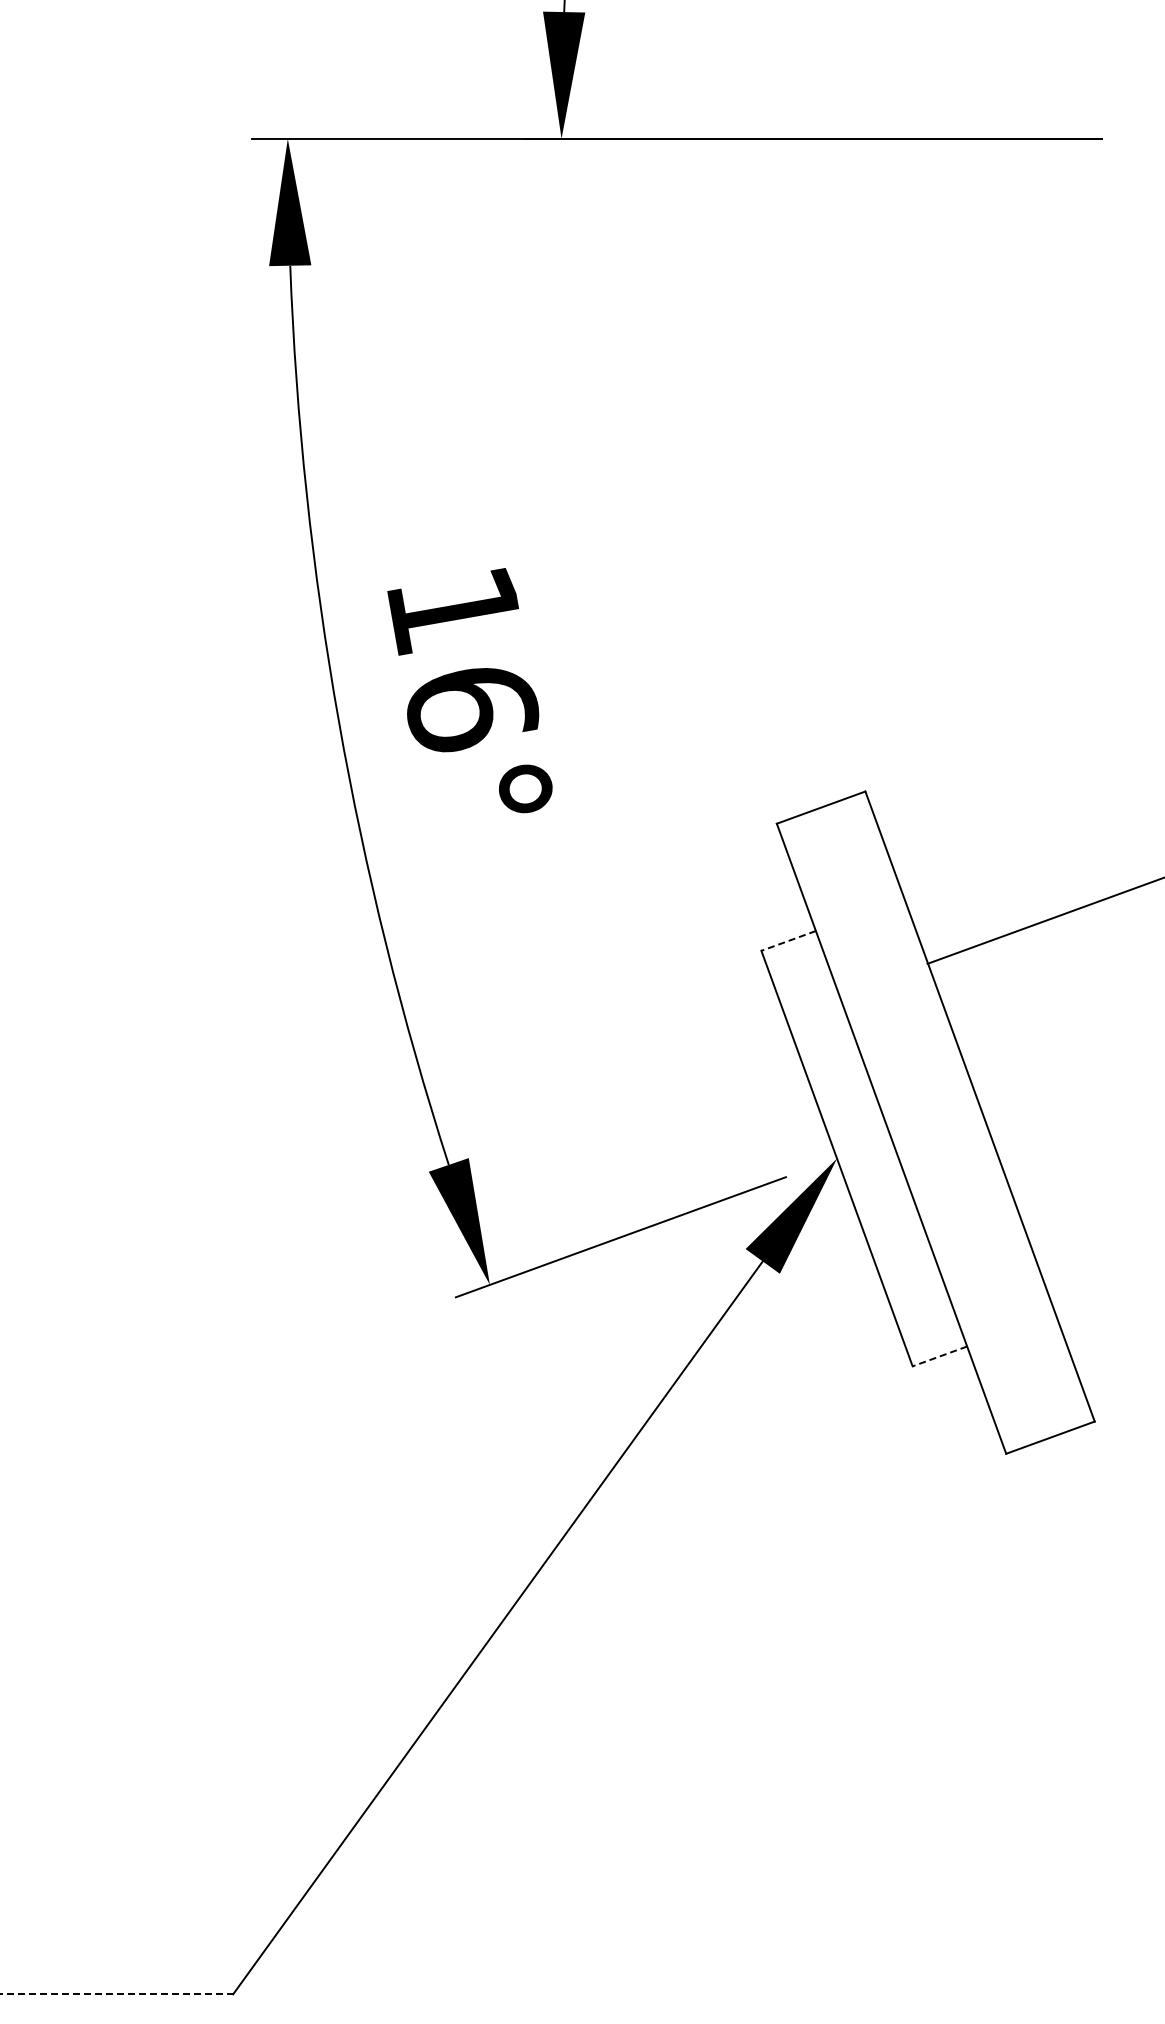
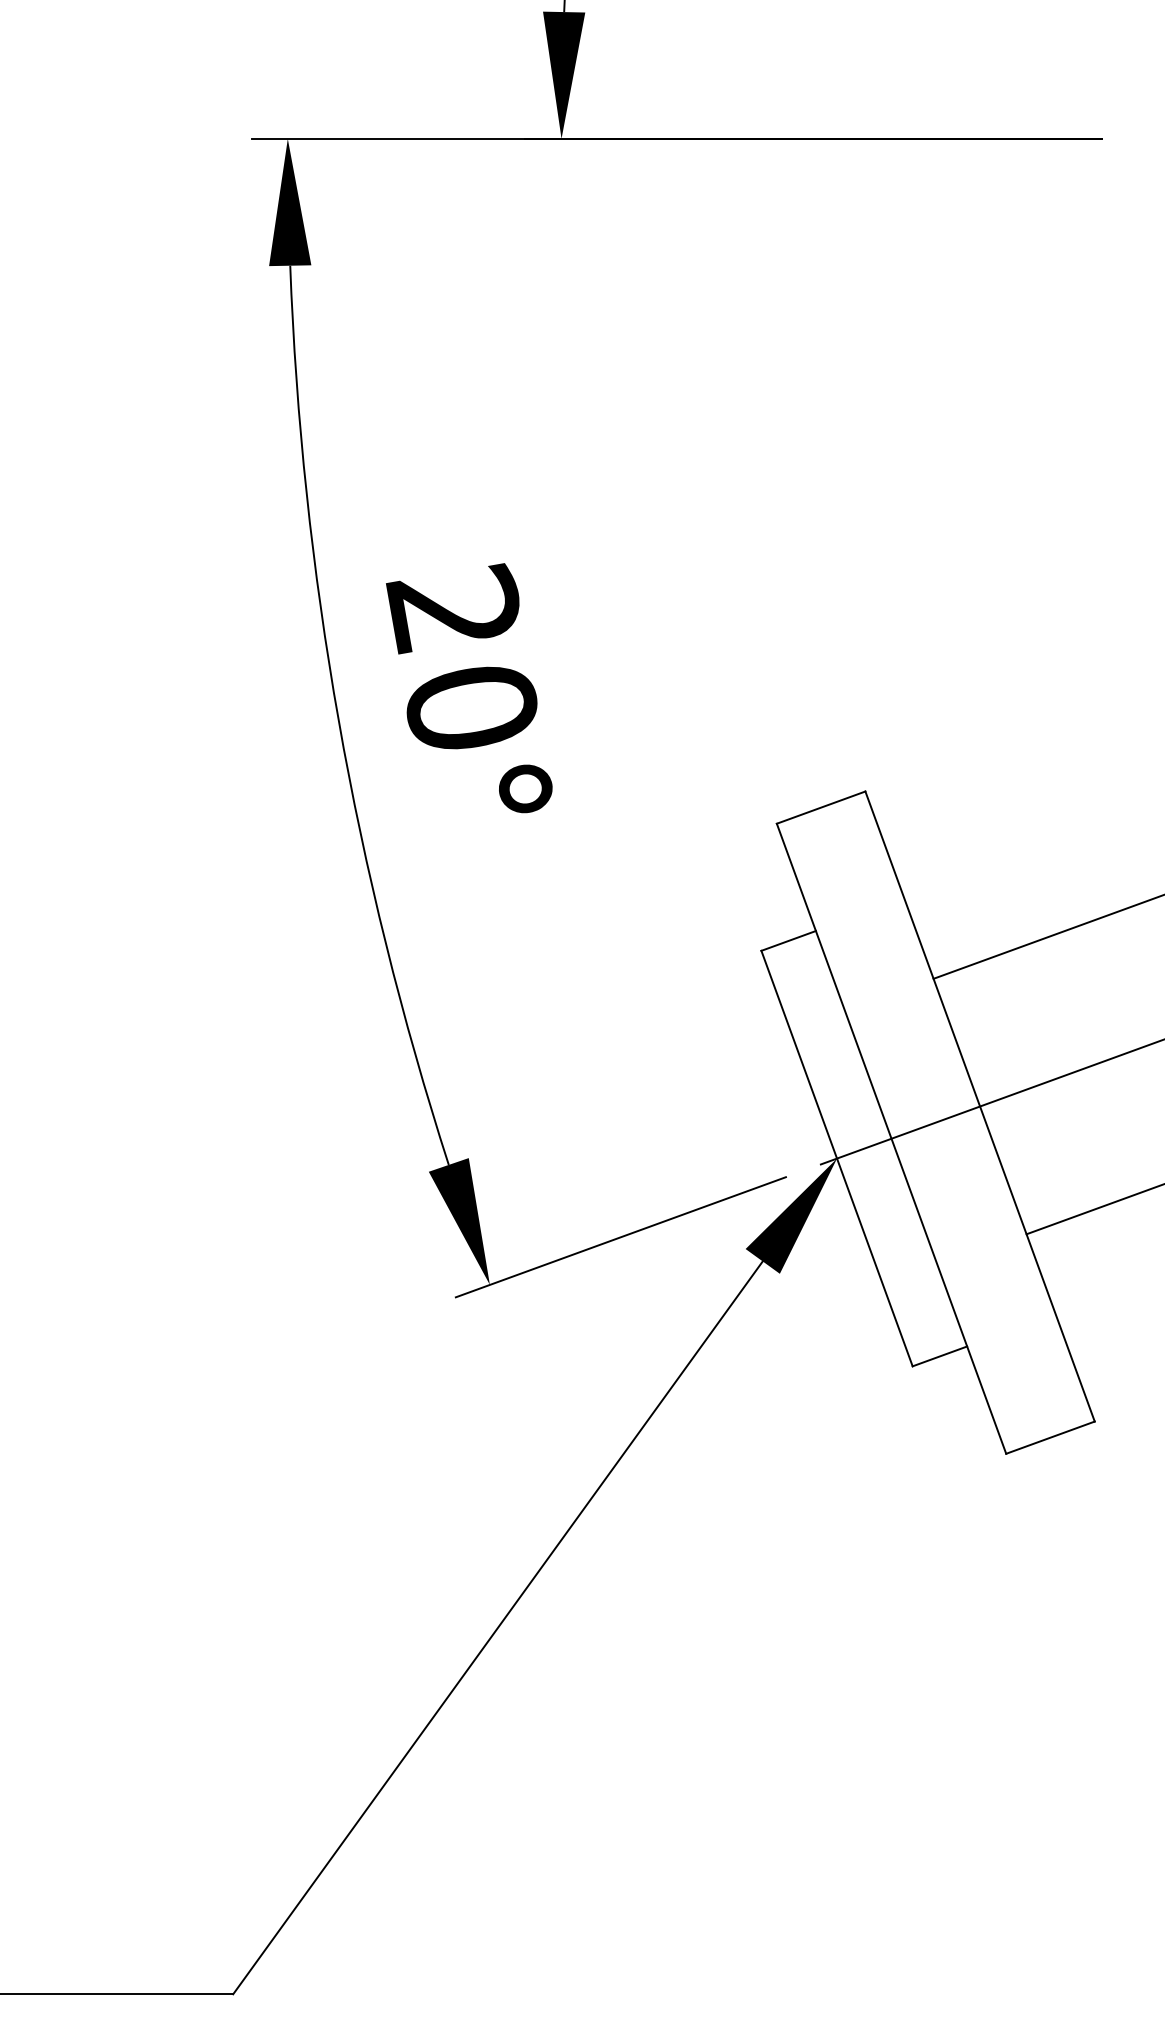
text at (462, 657): 16° -> 20°
line at (1044, 920) position: (1044, 920) -> (1047, 937)
line at (788, 941): dashed -> solid
line at (990, 1102): none -> present
line at (1093, 1209): none -> present
line at (939, 1356): dashed -> solid
line at (117, 1994): dashed -> solid
